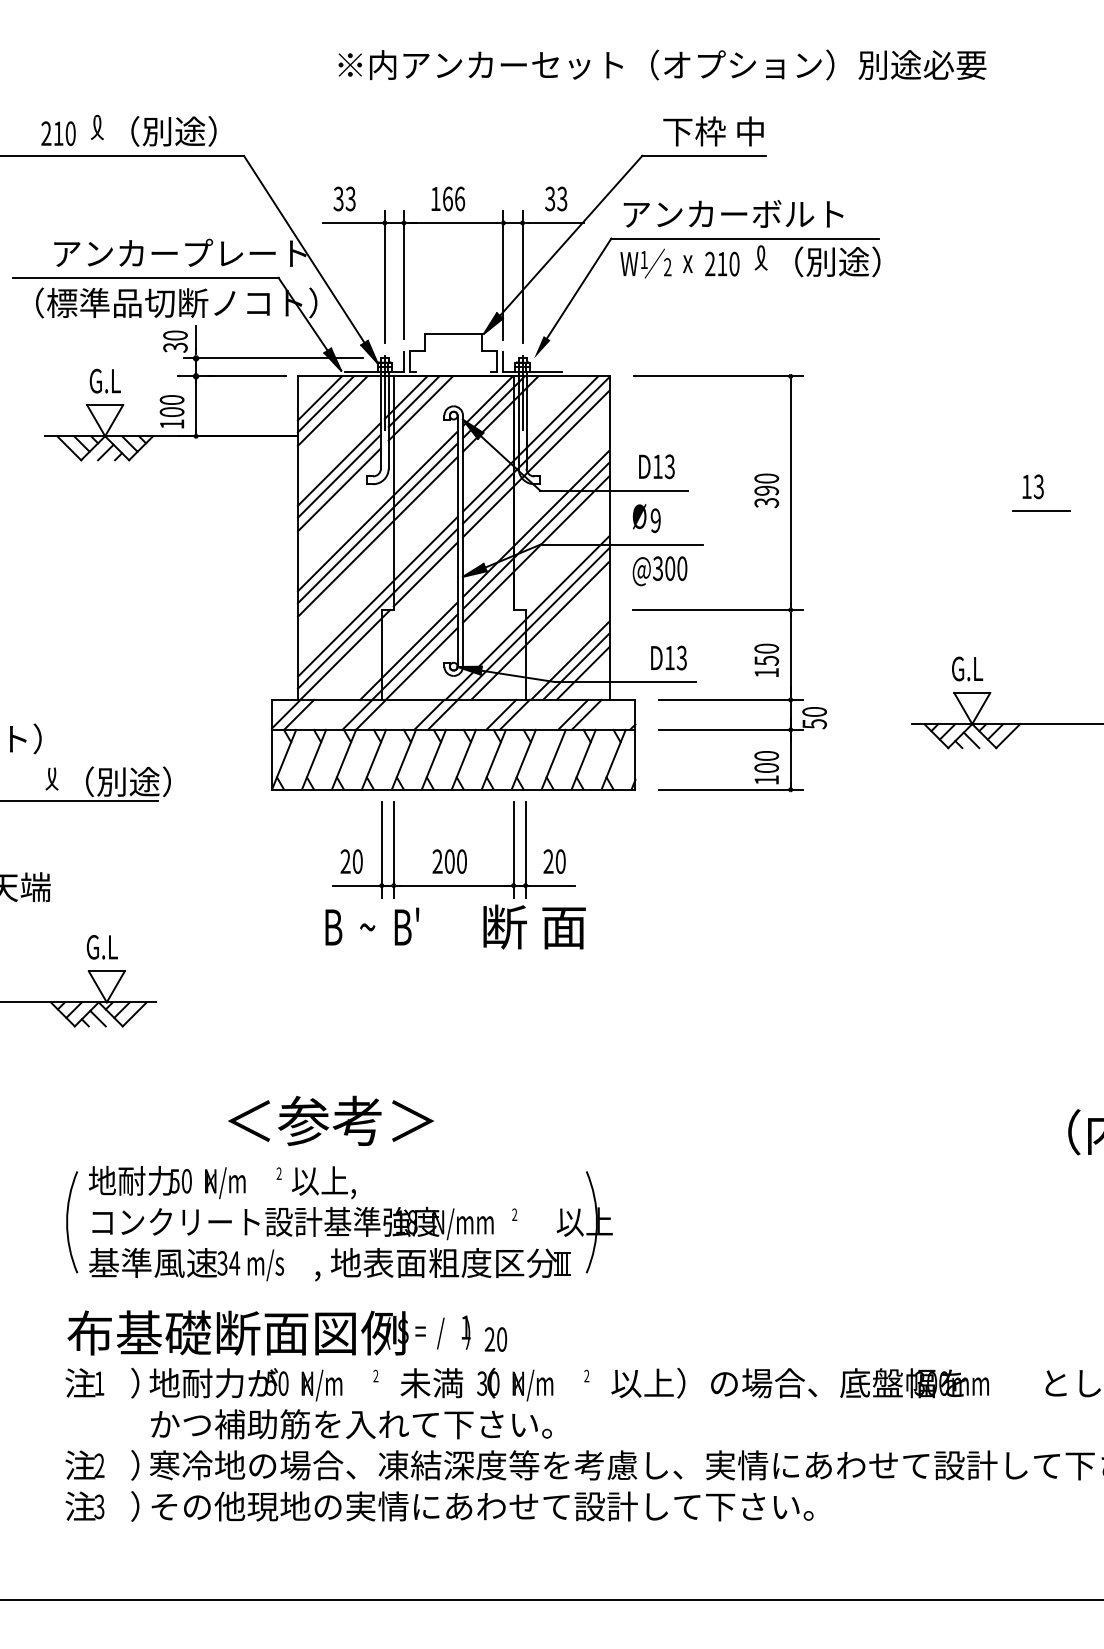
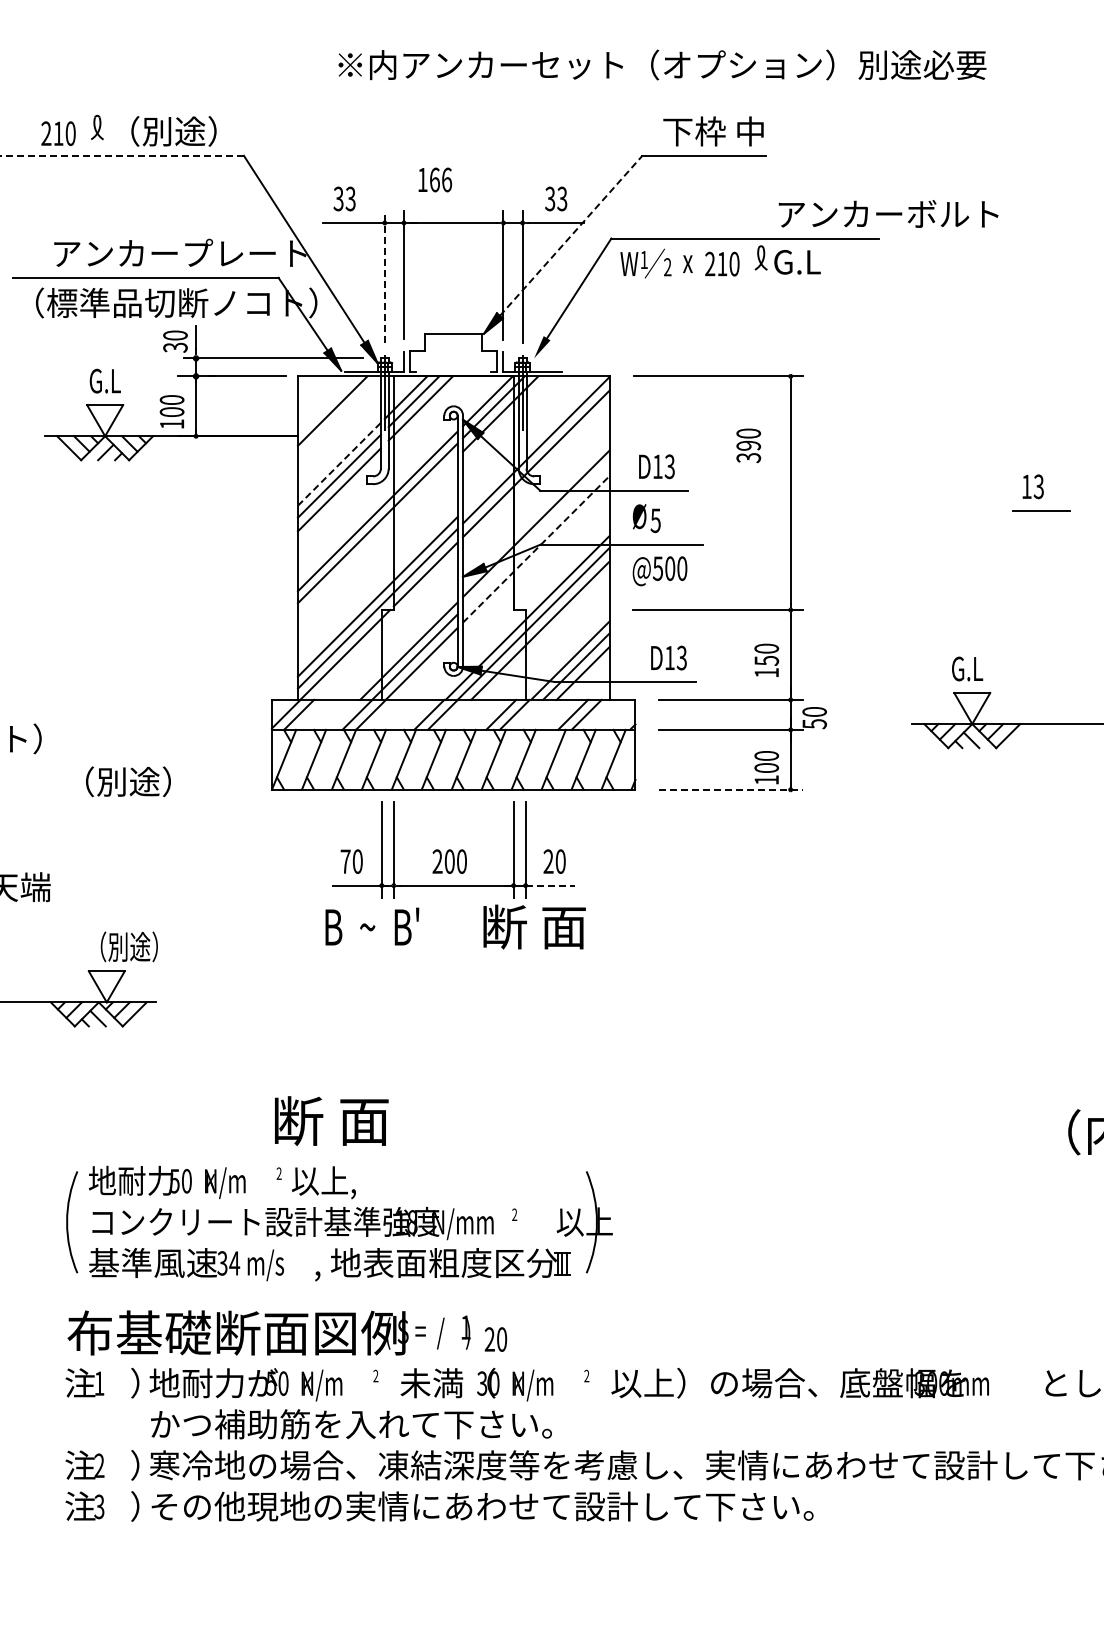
line at (122, 155): solid -> dashed
text at (448, 198) position: (448, 198) -> (435, 179)
text at (733, 213) position: (733, 213) -> (888, 213)
line at (571, 235): solid -> dashed
text at (827, 261): （別途） -> G.L
line at (384, 276): solid -> dashed
line at (319, 398): present -> none
line at (325, 404): present -> none
line at (530, 443): present -> none
line at (339, 464): solid -> dashed
text at (766, 490) position: (766, 490) -> (748, 445)
text at (655, 520): 9 -> 5
line at (536, 535): present -> none
line at (377, 536): present -> none
line at (536, 549): solid -> dashed
text at (657, 568): @300 -> @500
part at (51, 778): present -> none
line at (730, 789): solid -> dashed
line at (79, 800): present -> none
text at (345, 861): 20 -> 70
line at (550, 885): solid -> dashed
text at (121, 946): G.L -> （別途）
text at (331, 1120): ＜参考＞ -> 断 面
line at (551, 1599): present -> none
